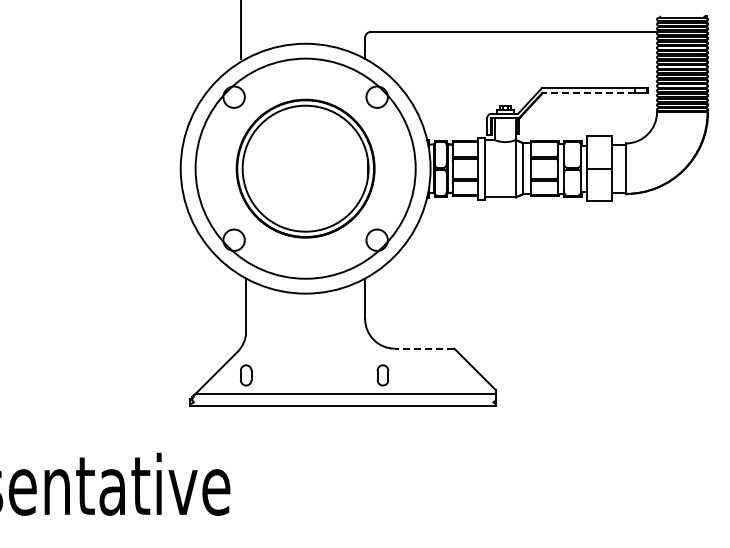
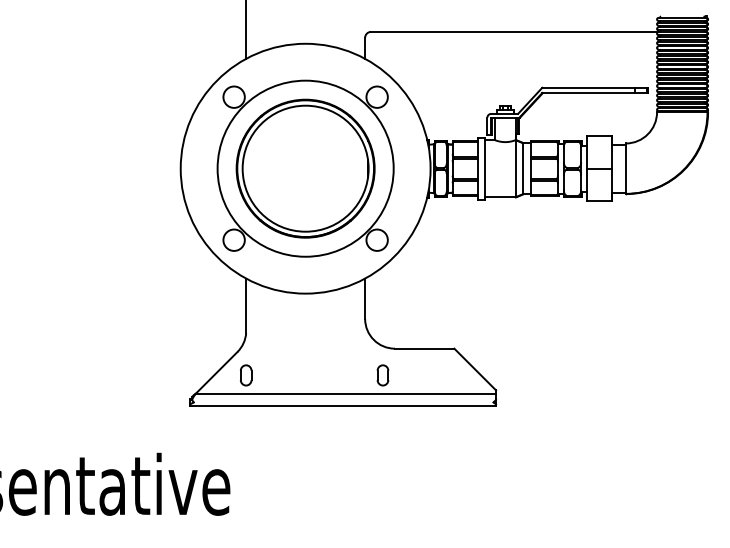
line at (241, 30) position: (241, 30) -> (246, 30)
line at (588, 93): dashed -> solid
circle at (305, 168) diameter: 220 px -> 176 px
line at (424, 348): dashed -> solid
